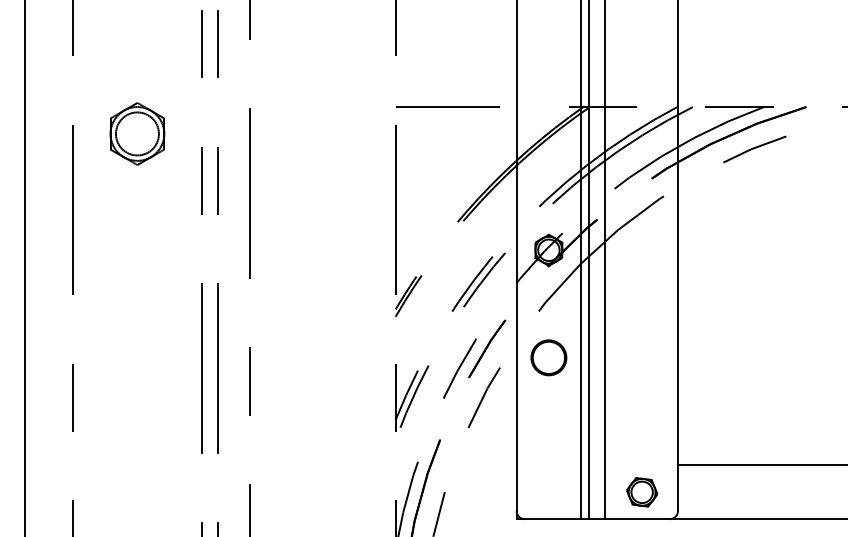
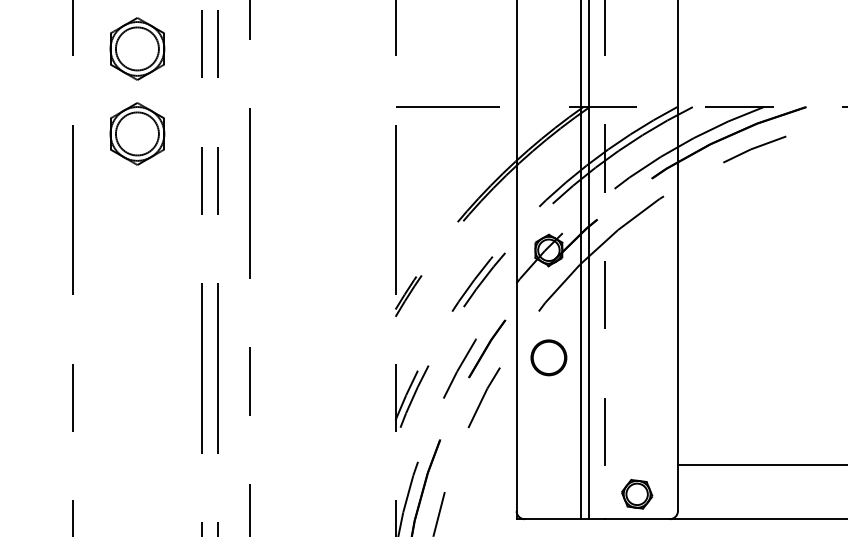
part at (137, 48): none -> present
line at (605, 260): solid -> dashed
line at (25, 267): present -> none
part at (642, 492) position: (642, 492) -> (637, 494)
